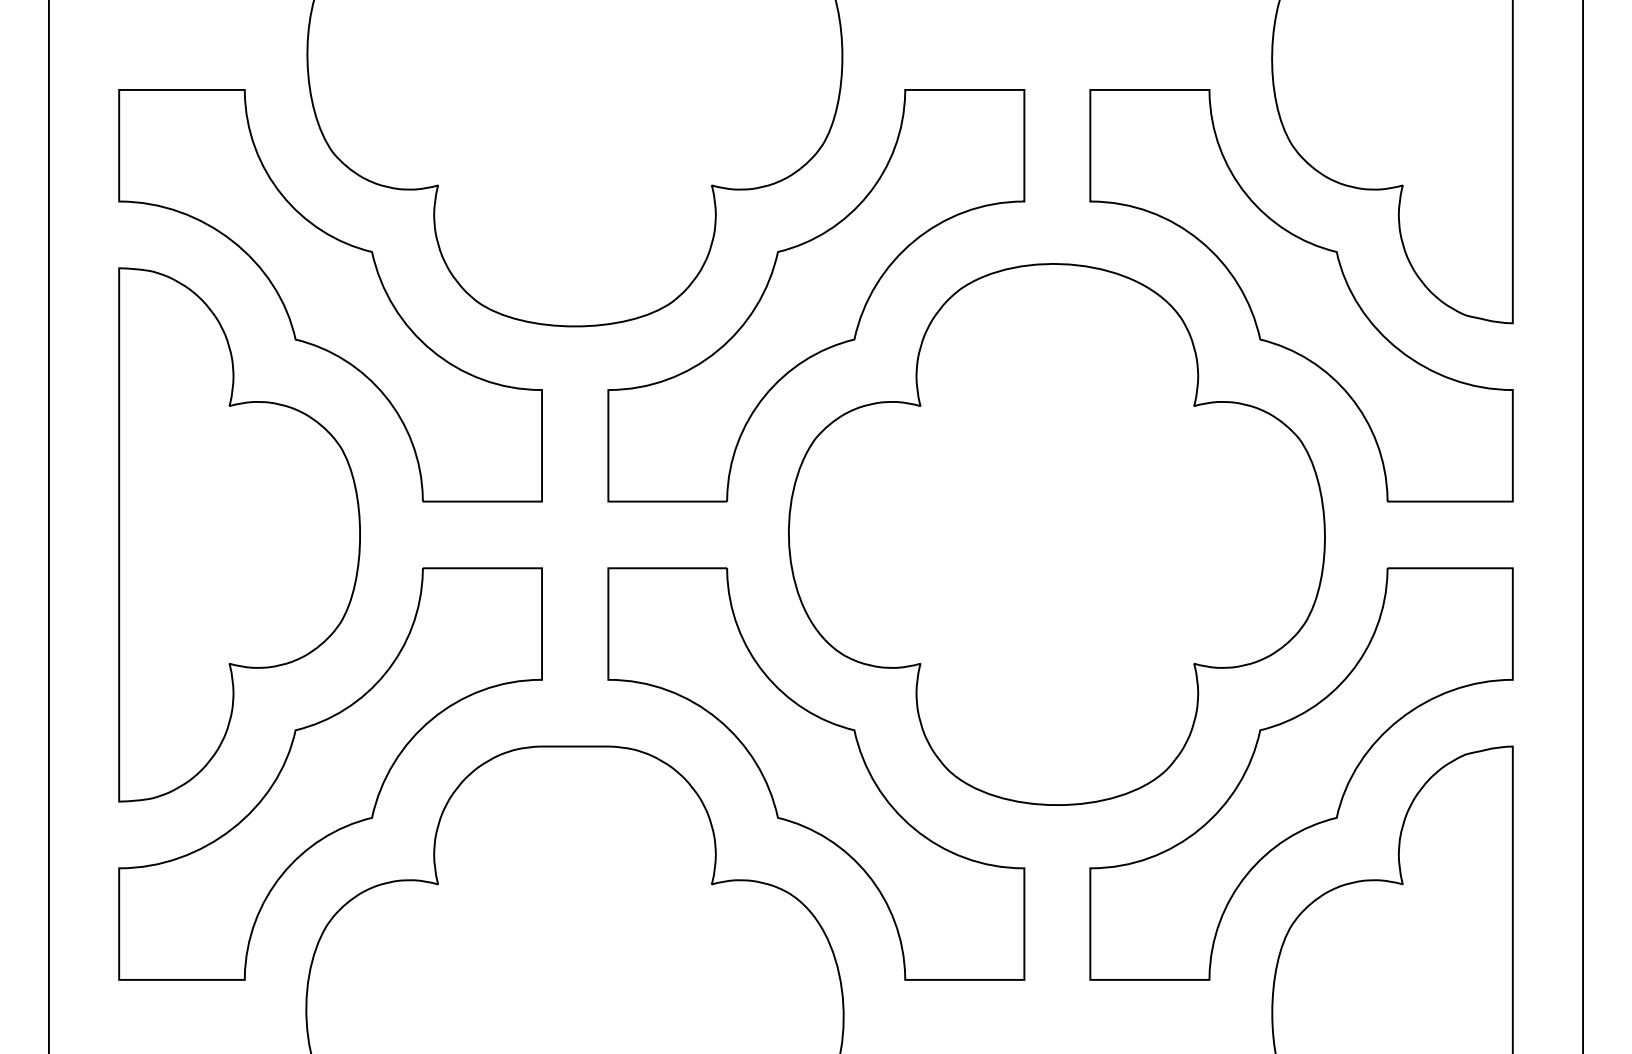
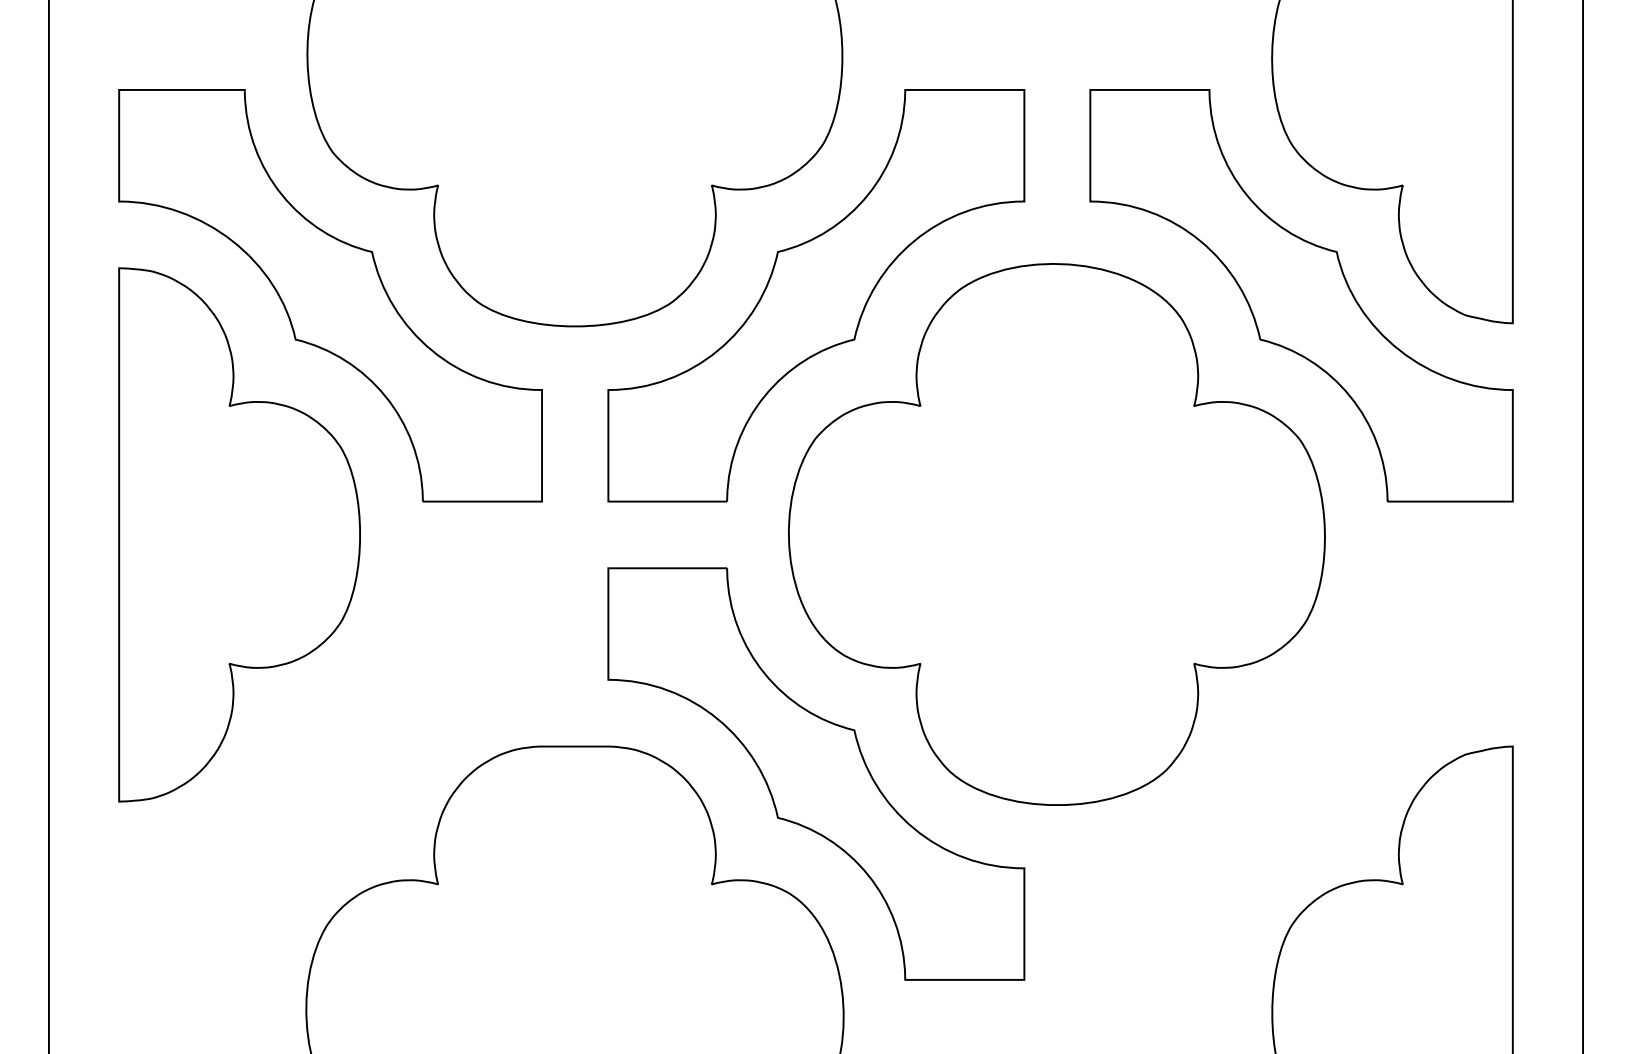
part at (330, 773): present -> none
part at (1301, 773): present -> none
